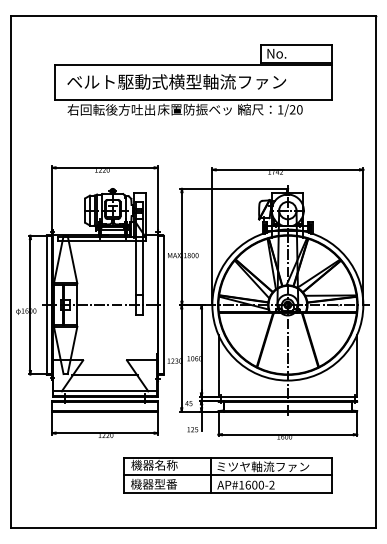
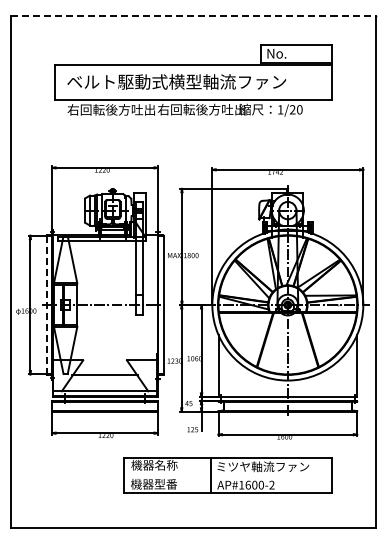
line at (193, 16): solid -> dashed
text at (201, 109): 床置防振ベット -> 右回転後方吐出
line at (46, 305): solid -> dashed
line at (228, 475): present -> none
